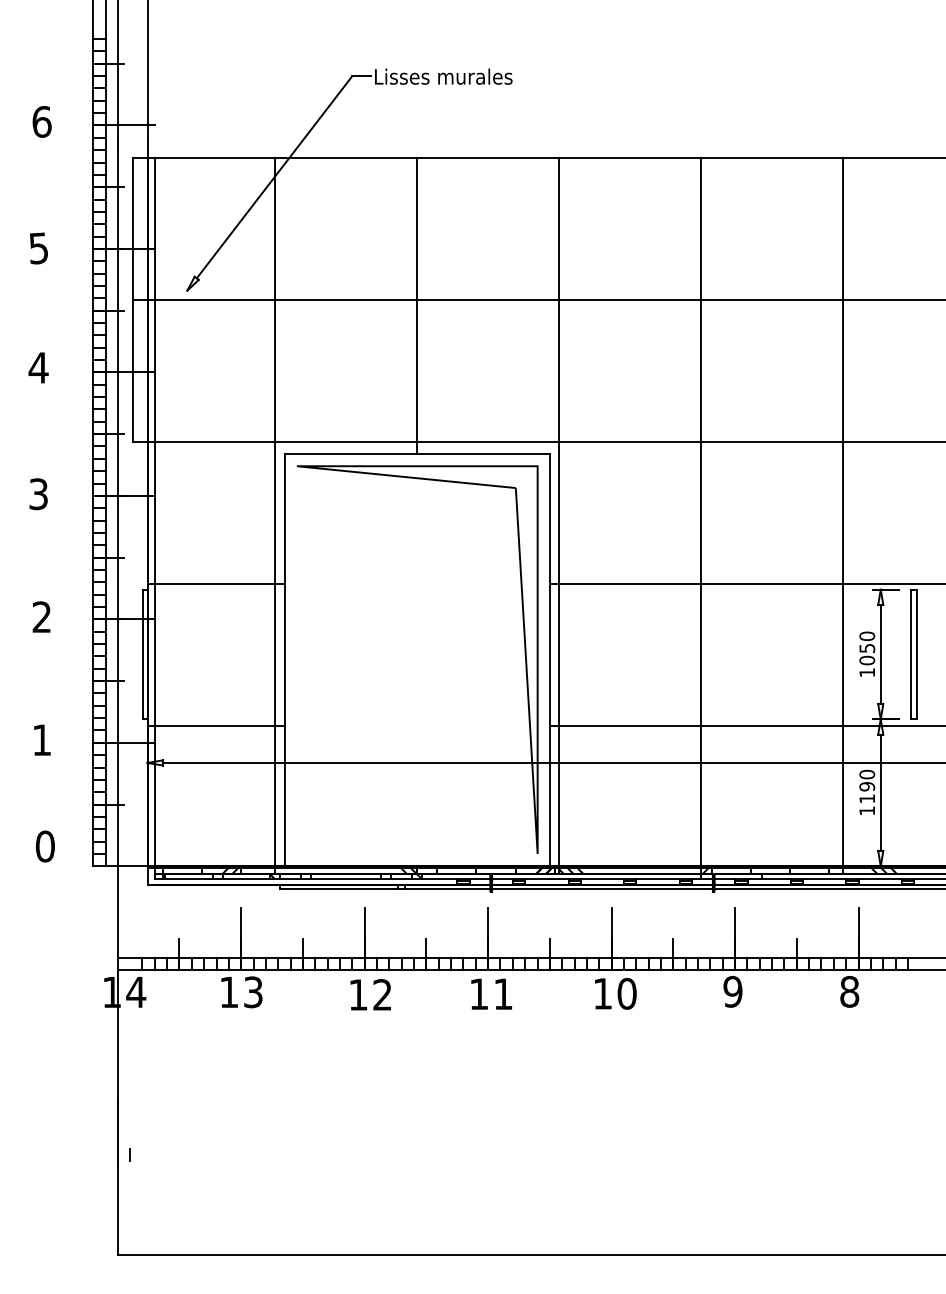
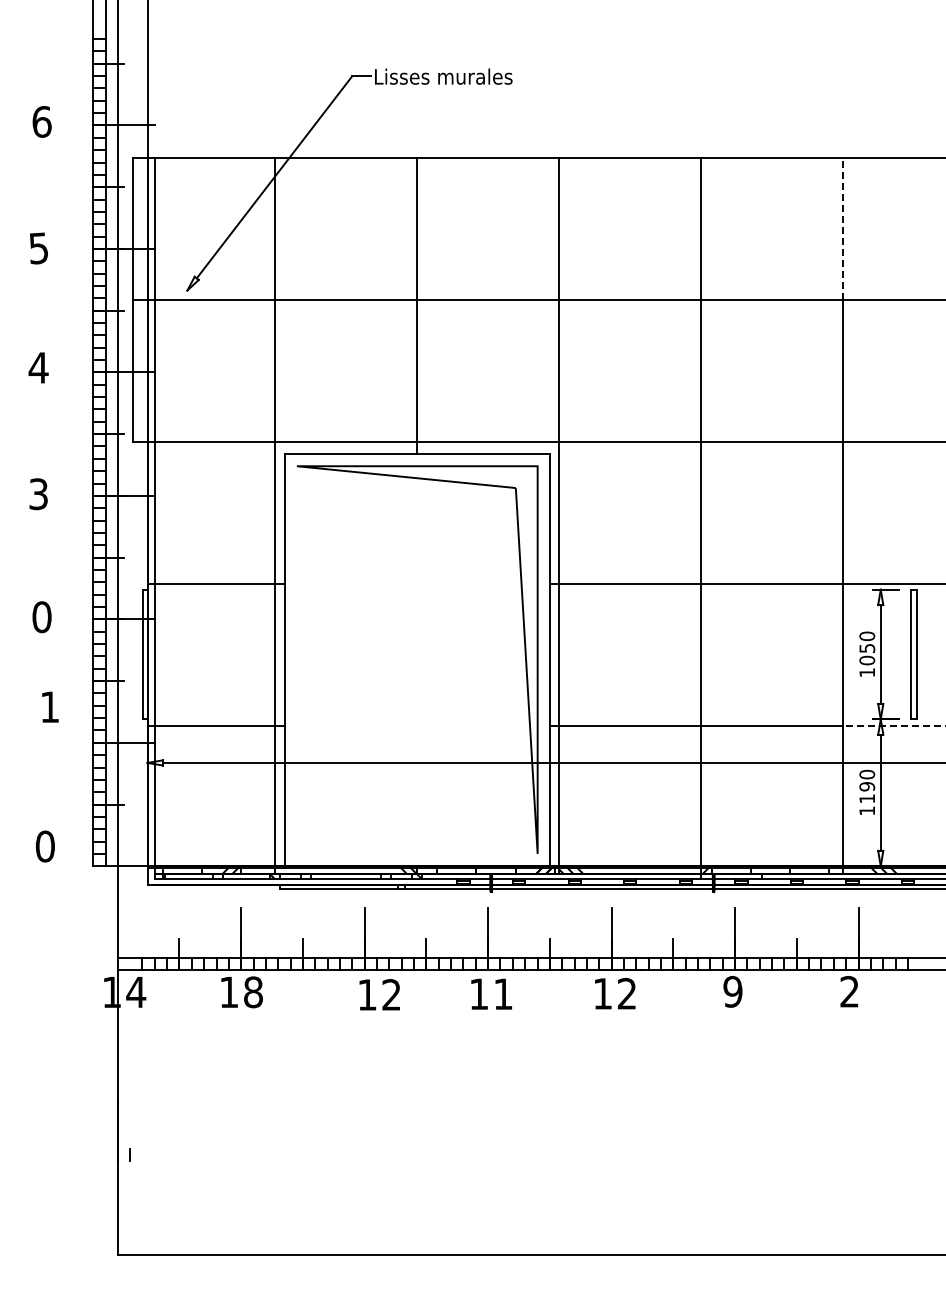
line at (843, 228): solid -> dashed
text at (41, 617): 2 -> 0
line at (894, 725): solid -> dashed
text at (42, 739) position: (42, 739) -> (50, 706)
text at (849, 991): 8 -> 2
text at (253, 992): 13 -> 18
text at (626, 993): 10 -> 12
text at (370, 994) position: (370, 994) -> (379, 994)
